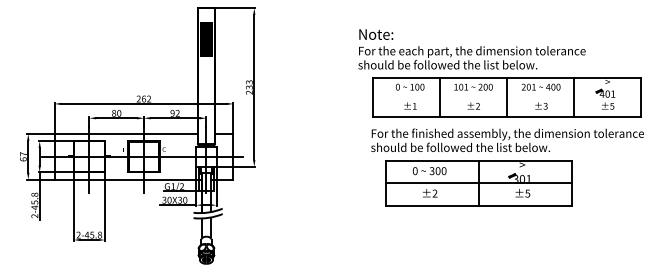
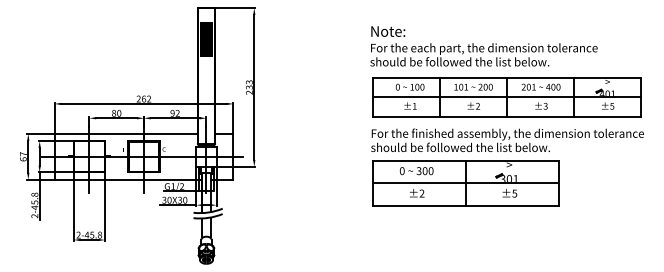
text at (471, 49) position: (471, 49) -> (483, 46)
line at (506, 97): none -> present
part at (478, 183) position: (478, 183) -> (465, 183)
